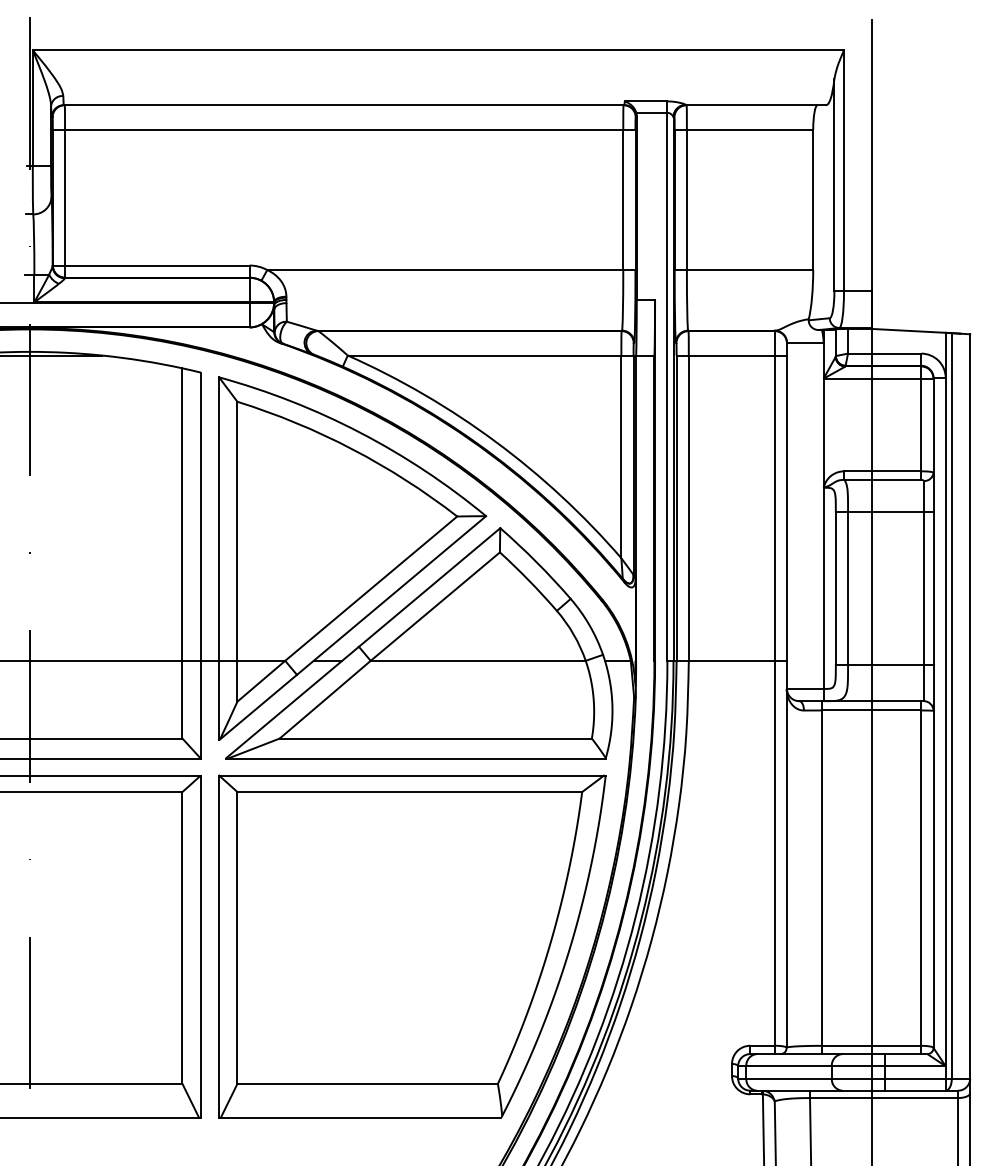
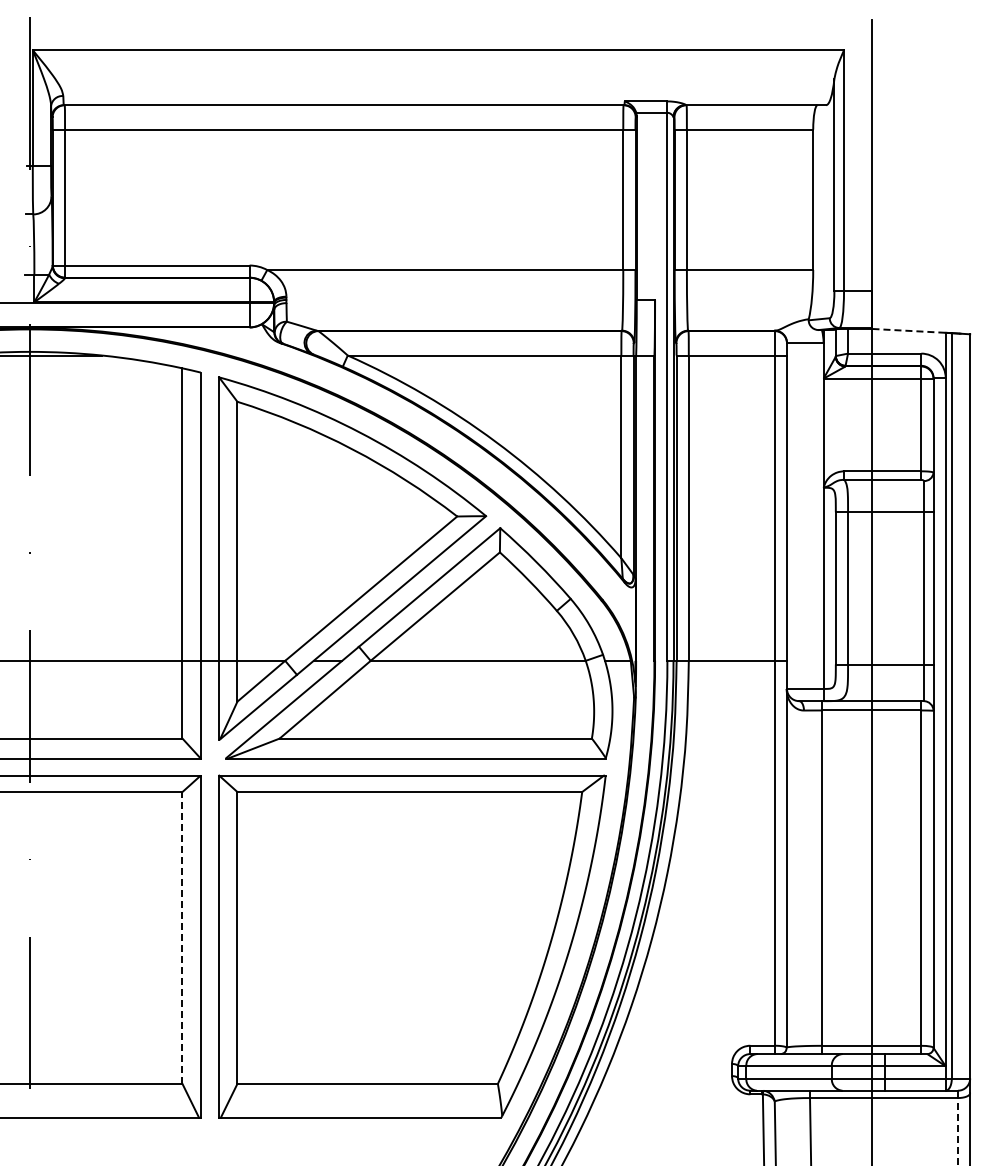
line at (909, 330): solid -> dashed
line at (182, 937): solid -> dashed
line at (957, 1132): solid -> dashed
